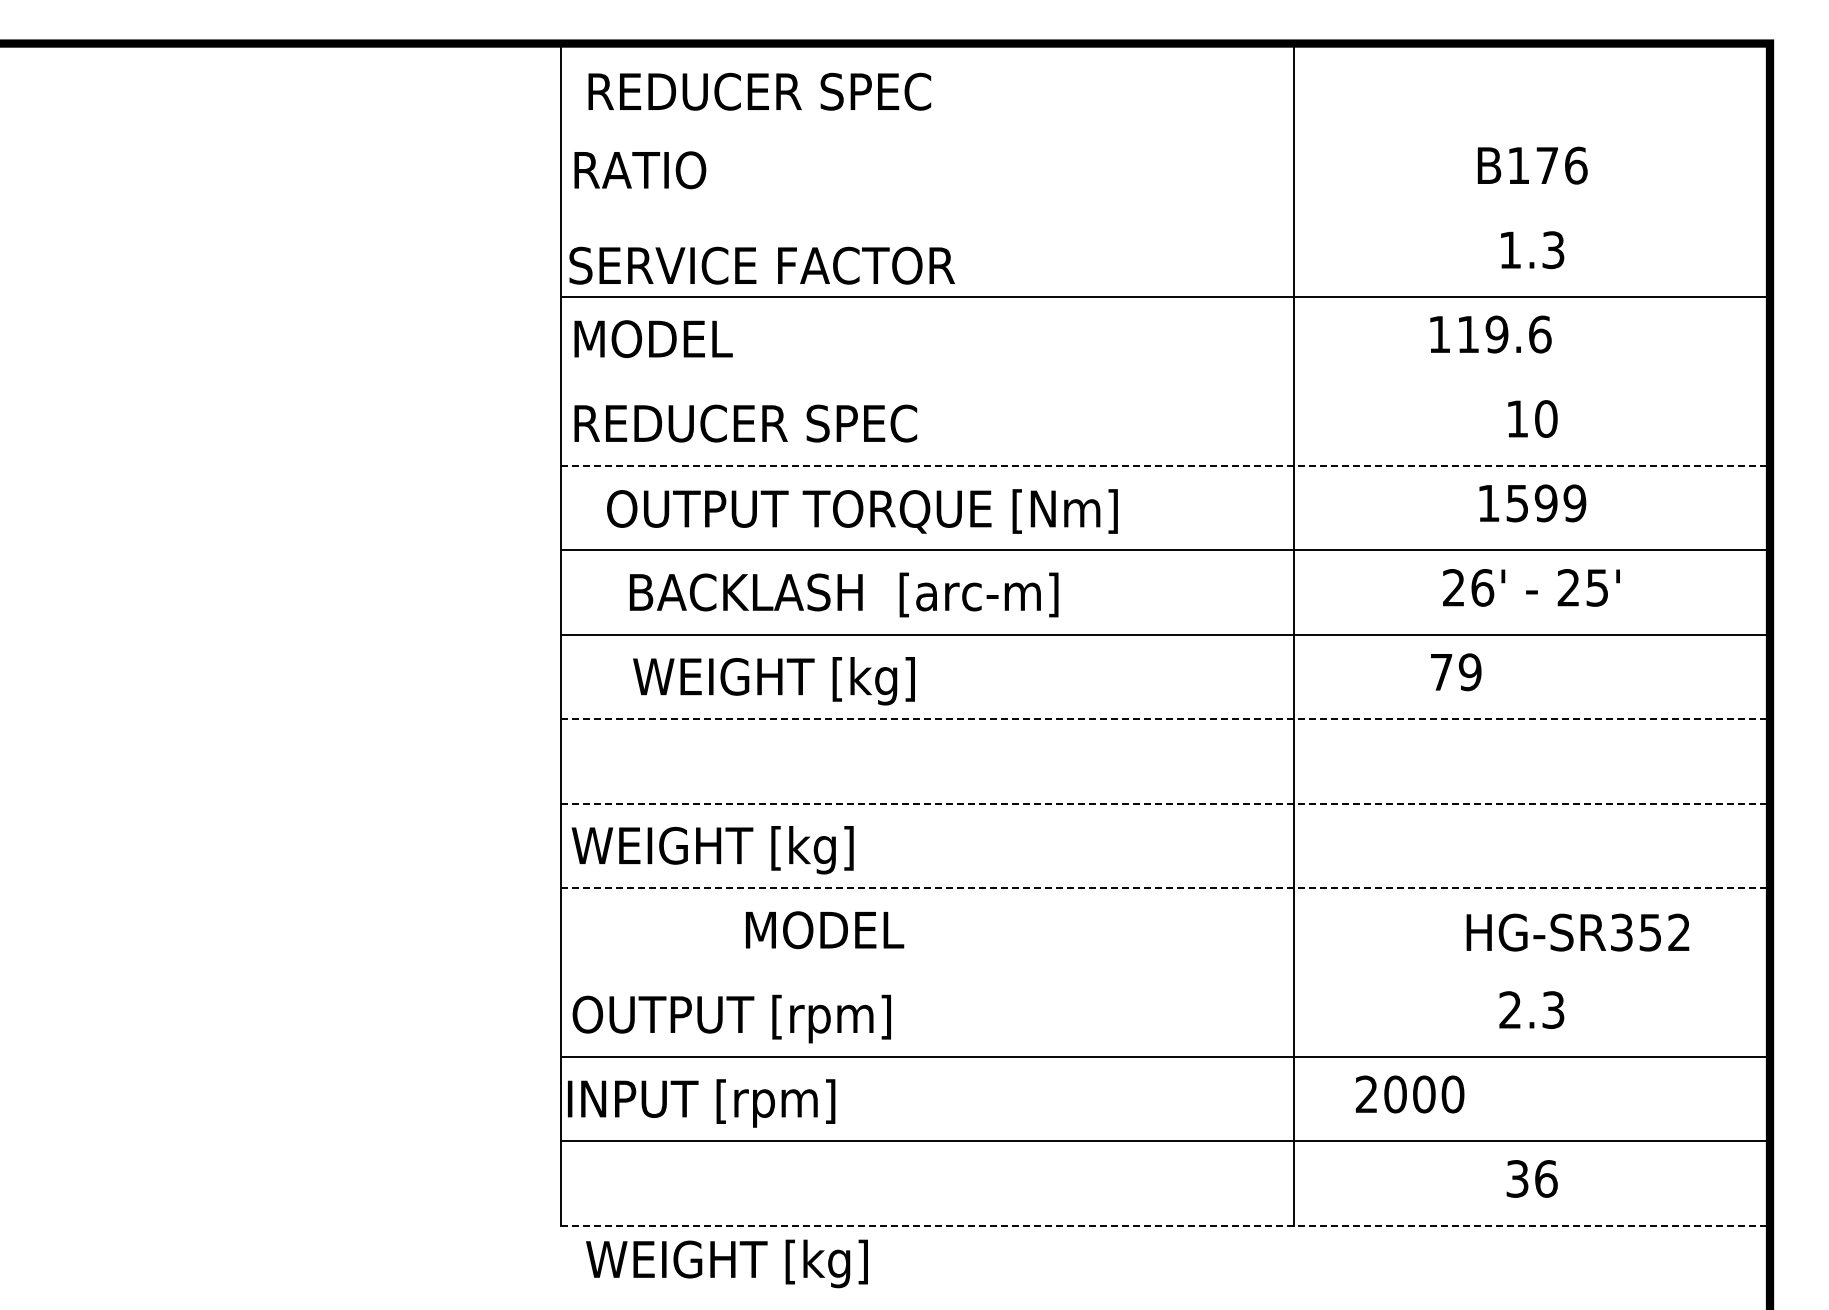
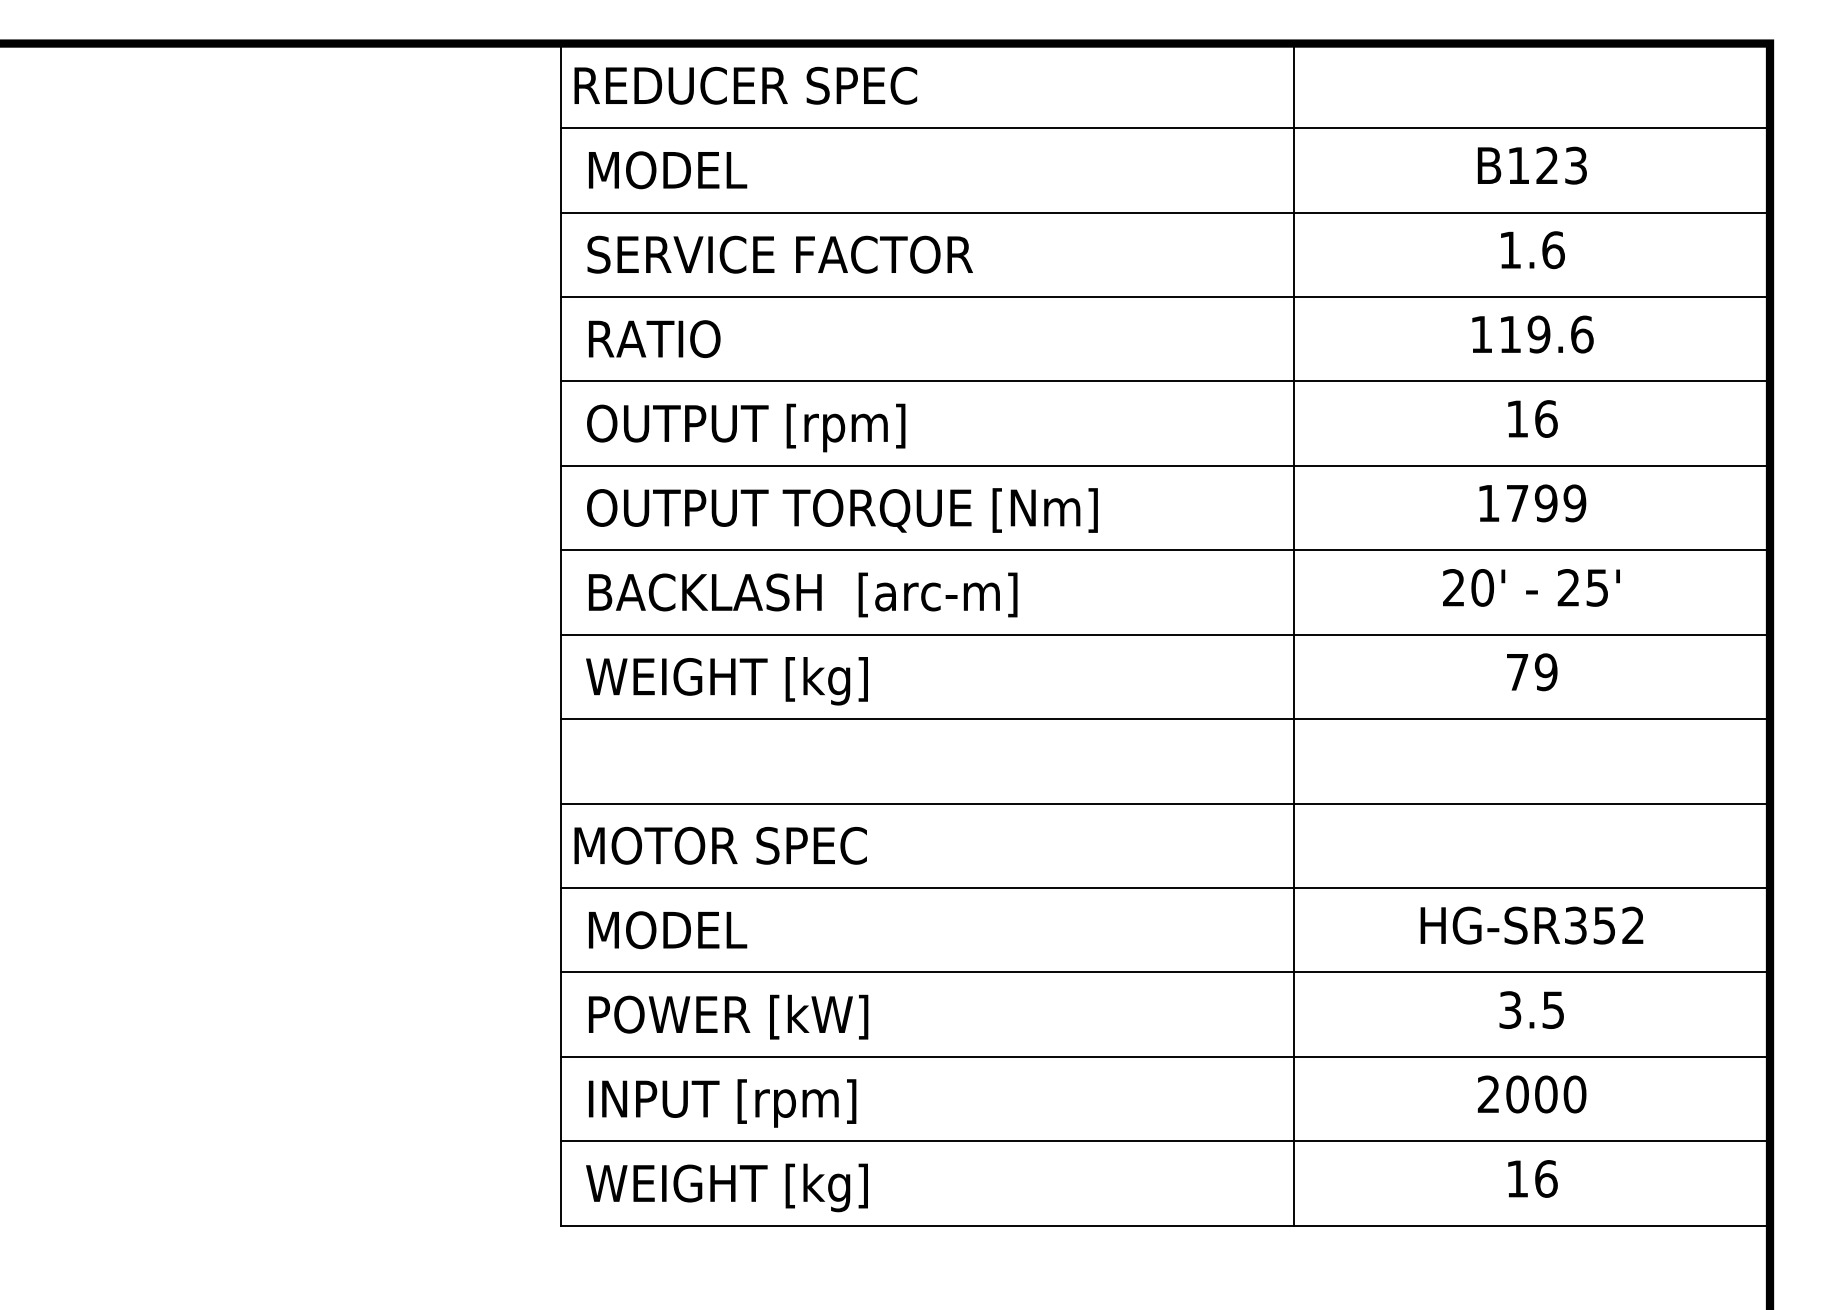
text at (759, 91) position: (759, 91) -> (745, 85)
line at (1165, 128): none -> present
text at (1561, 165): B176 -> B123
text at (660, 170): RATIO -> MODEL
line at (1165, 212): none -> present
text at (1553, 250): 1.3 -> 1.6
text at (761, 265) position: (761, 265) -> (779, 254)
text at (1490, 334) position: (1490, 334) -> (1532, 334)
text at (653, 339): MODEL -> RATIO
line at (1165, 381): none -> present
text at (1546, 418): 10 -> 16
text at (745, 427): REDUCER SPEC -> OUTPUT [rpm]
line at (1165, 465): dashed -> solid
text at (1517, 503): 1599 -> 1799
text at (862, 511) position: (862, 511) -> (842, 510)
text at (1482, 587): 26' -> 20'
text at (844, 594) position: (844, 594) -> (803, 594)
text at (1456, 672) position: (1456, 672) -> (1532, 672)
text at (773, 681) position: (773, 681) -> (726, 681)
line at (1165, 719): dashed -> solid
line at (1165, 803): dashed -> solid
text at (718, 850): WEIGHT [kg] -> MOTOR SPEC
line at (1165, 887): dashed -> solid
text at (825, 930) position: (825, 930) -> (668, 930)
text at (1577, 932) position: (1577, 932) -> (1531, 925)
line at (1165, 972): none -> present
text at (1531, 1009): 2.3 -> 3.5
text at (731, 1018): OUTPUT [rpm] -> POWER [kW]
text at (1409, 1094) position: (1409, 1094) -> (1531, 1094)
text at (701, 1103) position: (701, 1103) -> (722, 1103)
text at (1517, 1178): 36 -> 16
line at (1165, 1225): dashed -> solid
text at (726, 1263) position: (726, 1263) -> (726, 1187)
